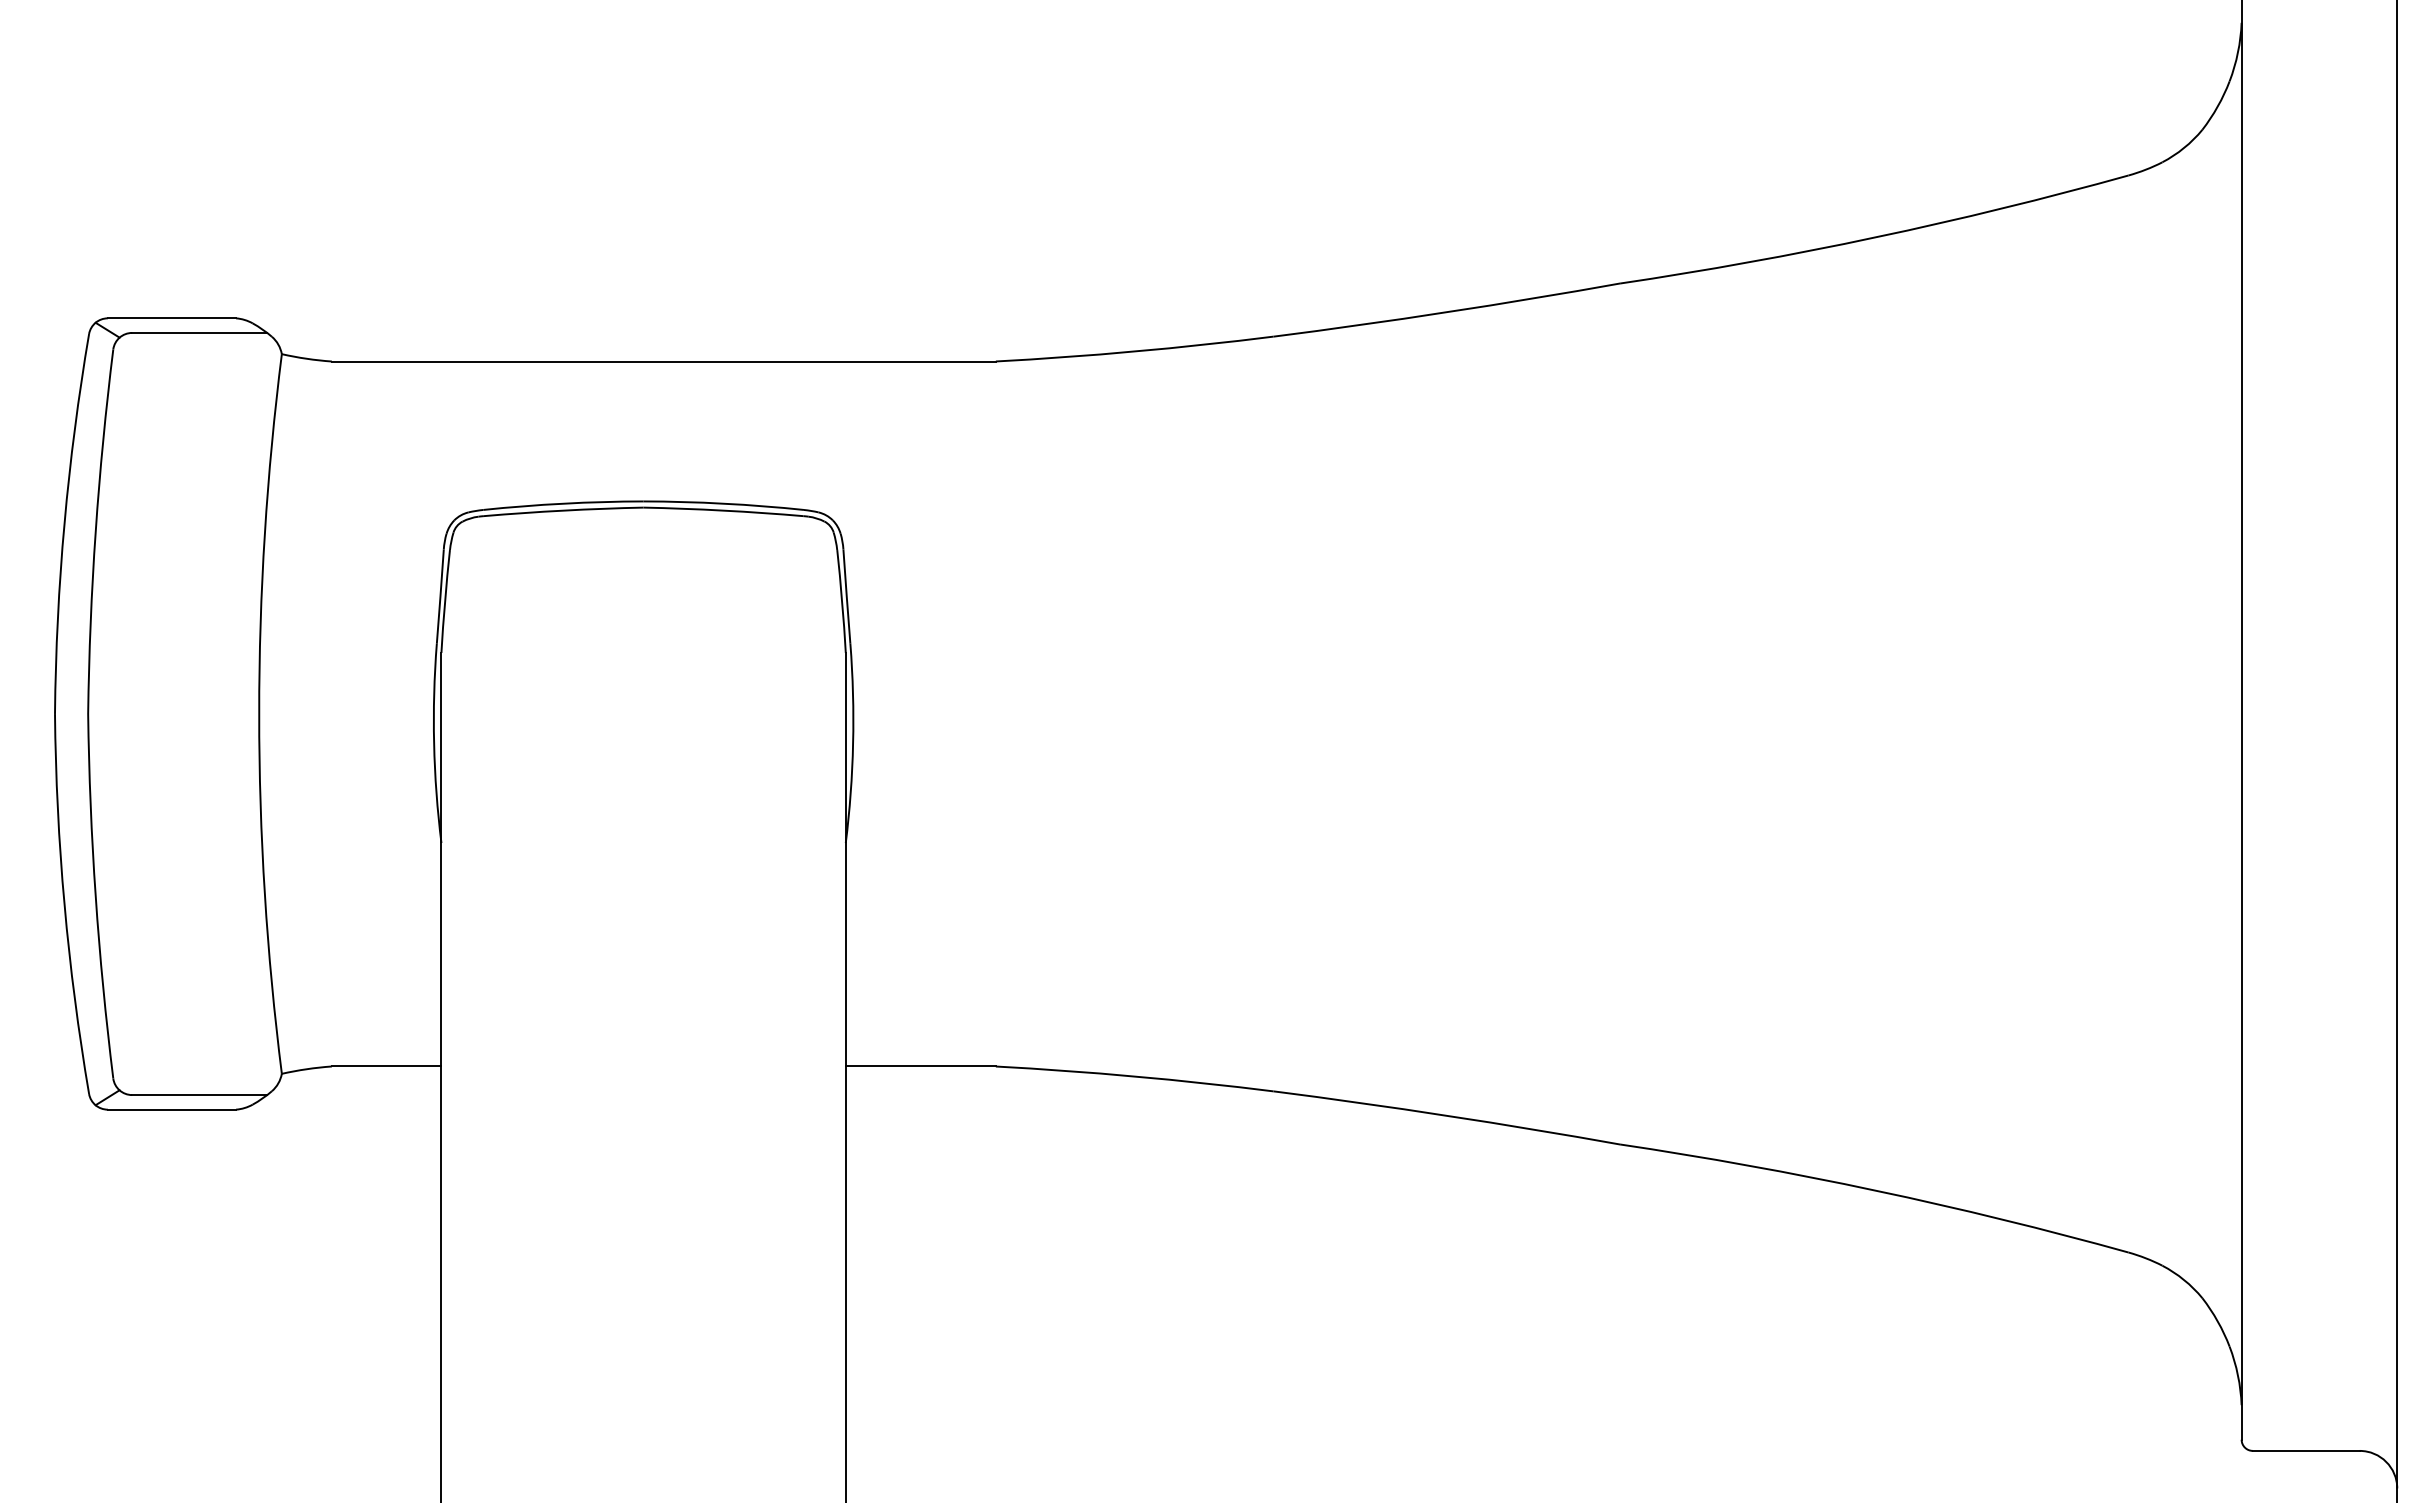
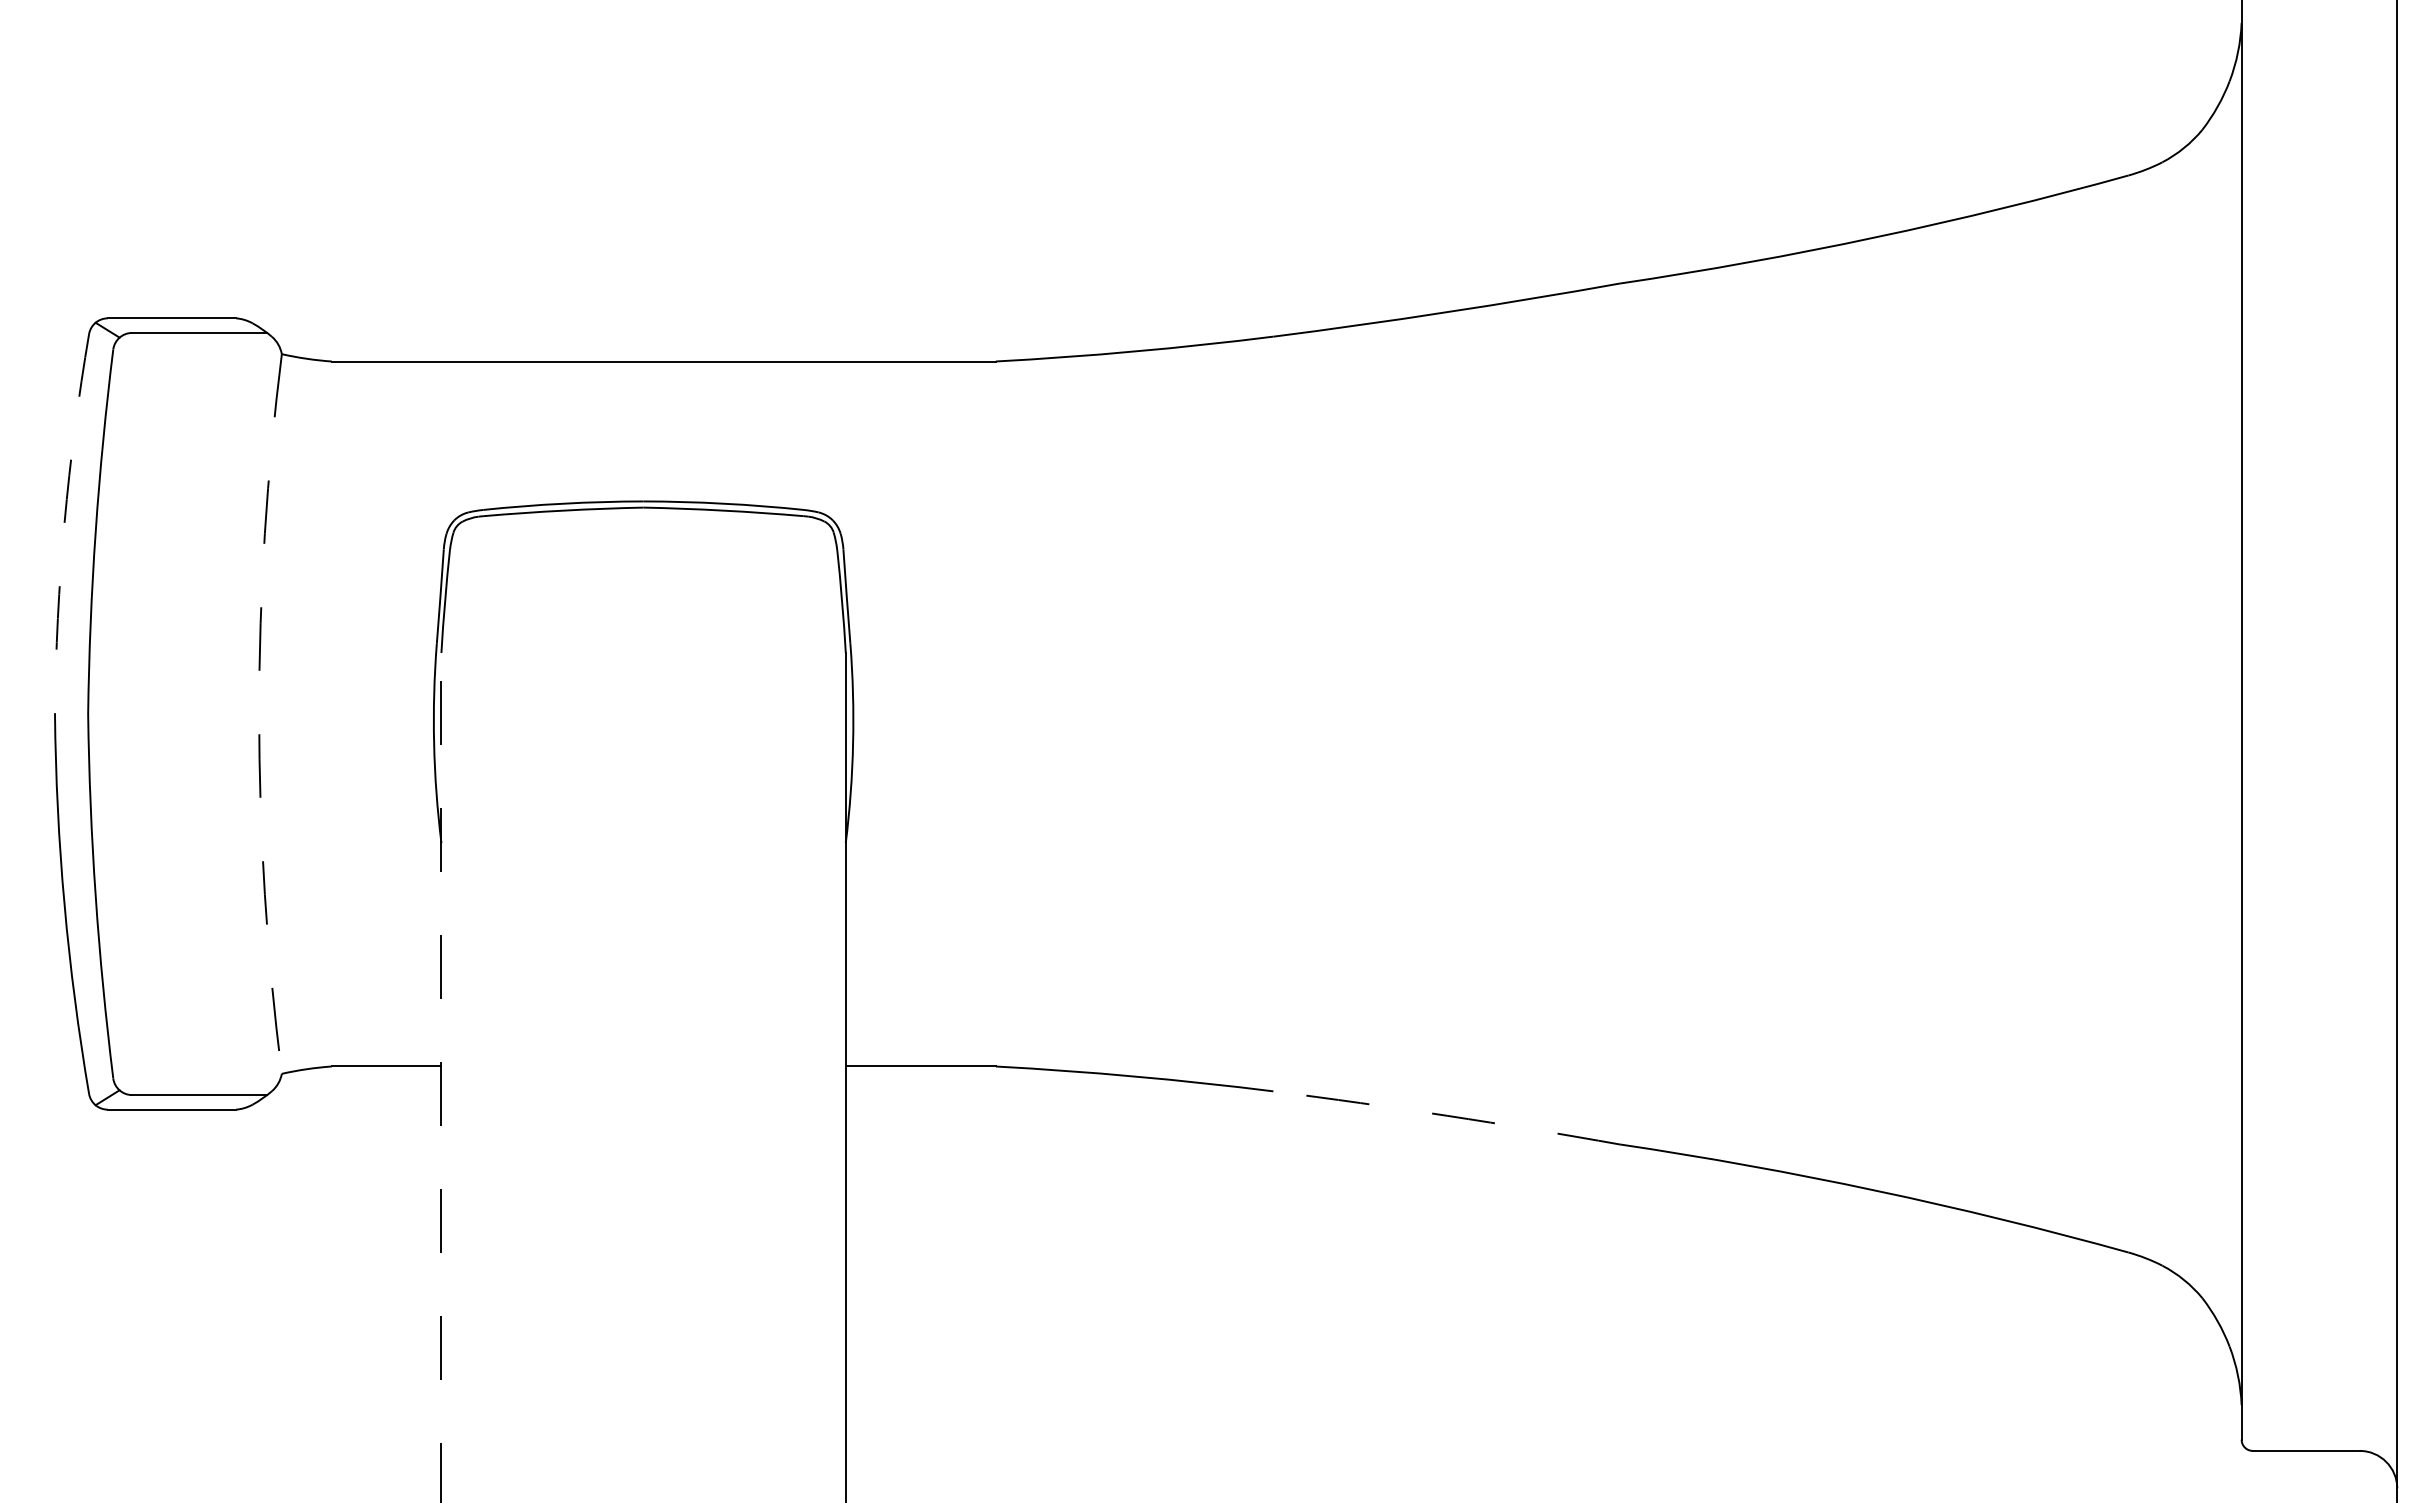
arc at (64, 523): solid -> dashed
arc at (259, 714): solid -> dashed
line at (441, 1077): solid -> dashed
arc at (1447, 1115): solid -> dashed
